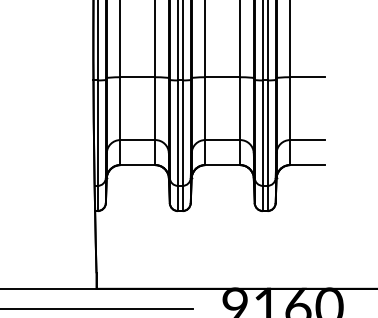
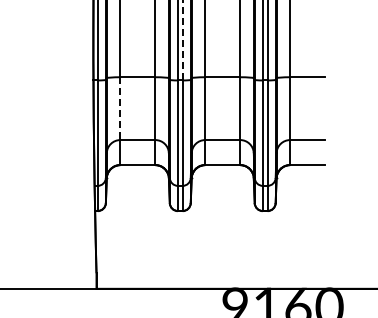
line at (182, 40): solid -> dashed
line at (120, 109): solid -> dashed
line at (97, 308): present -> none
